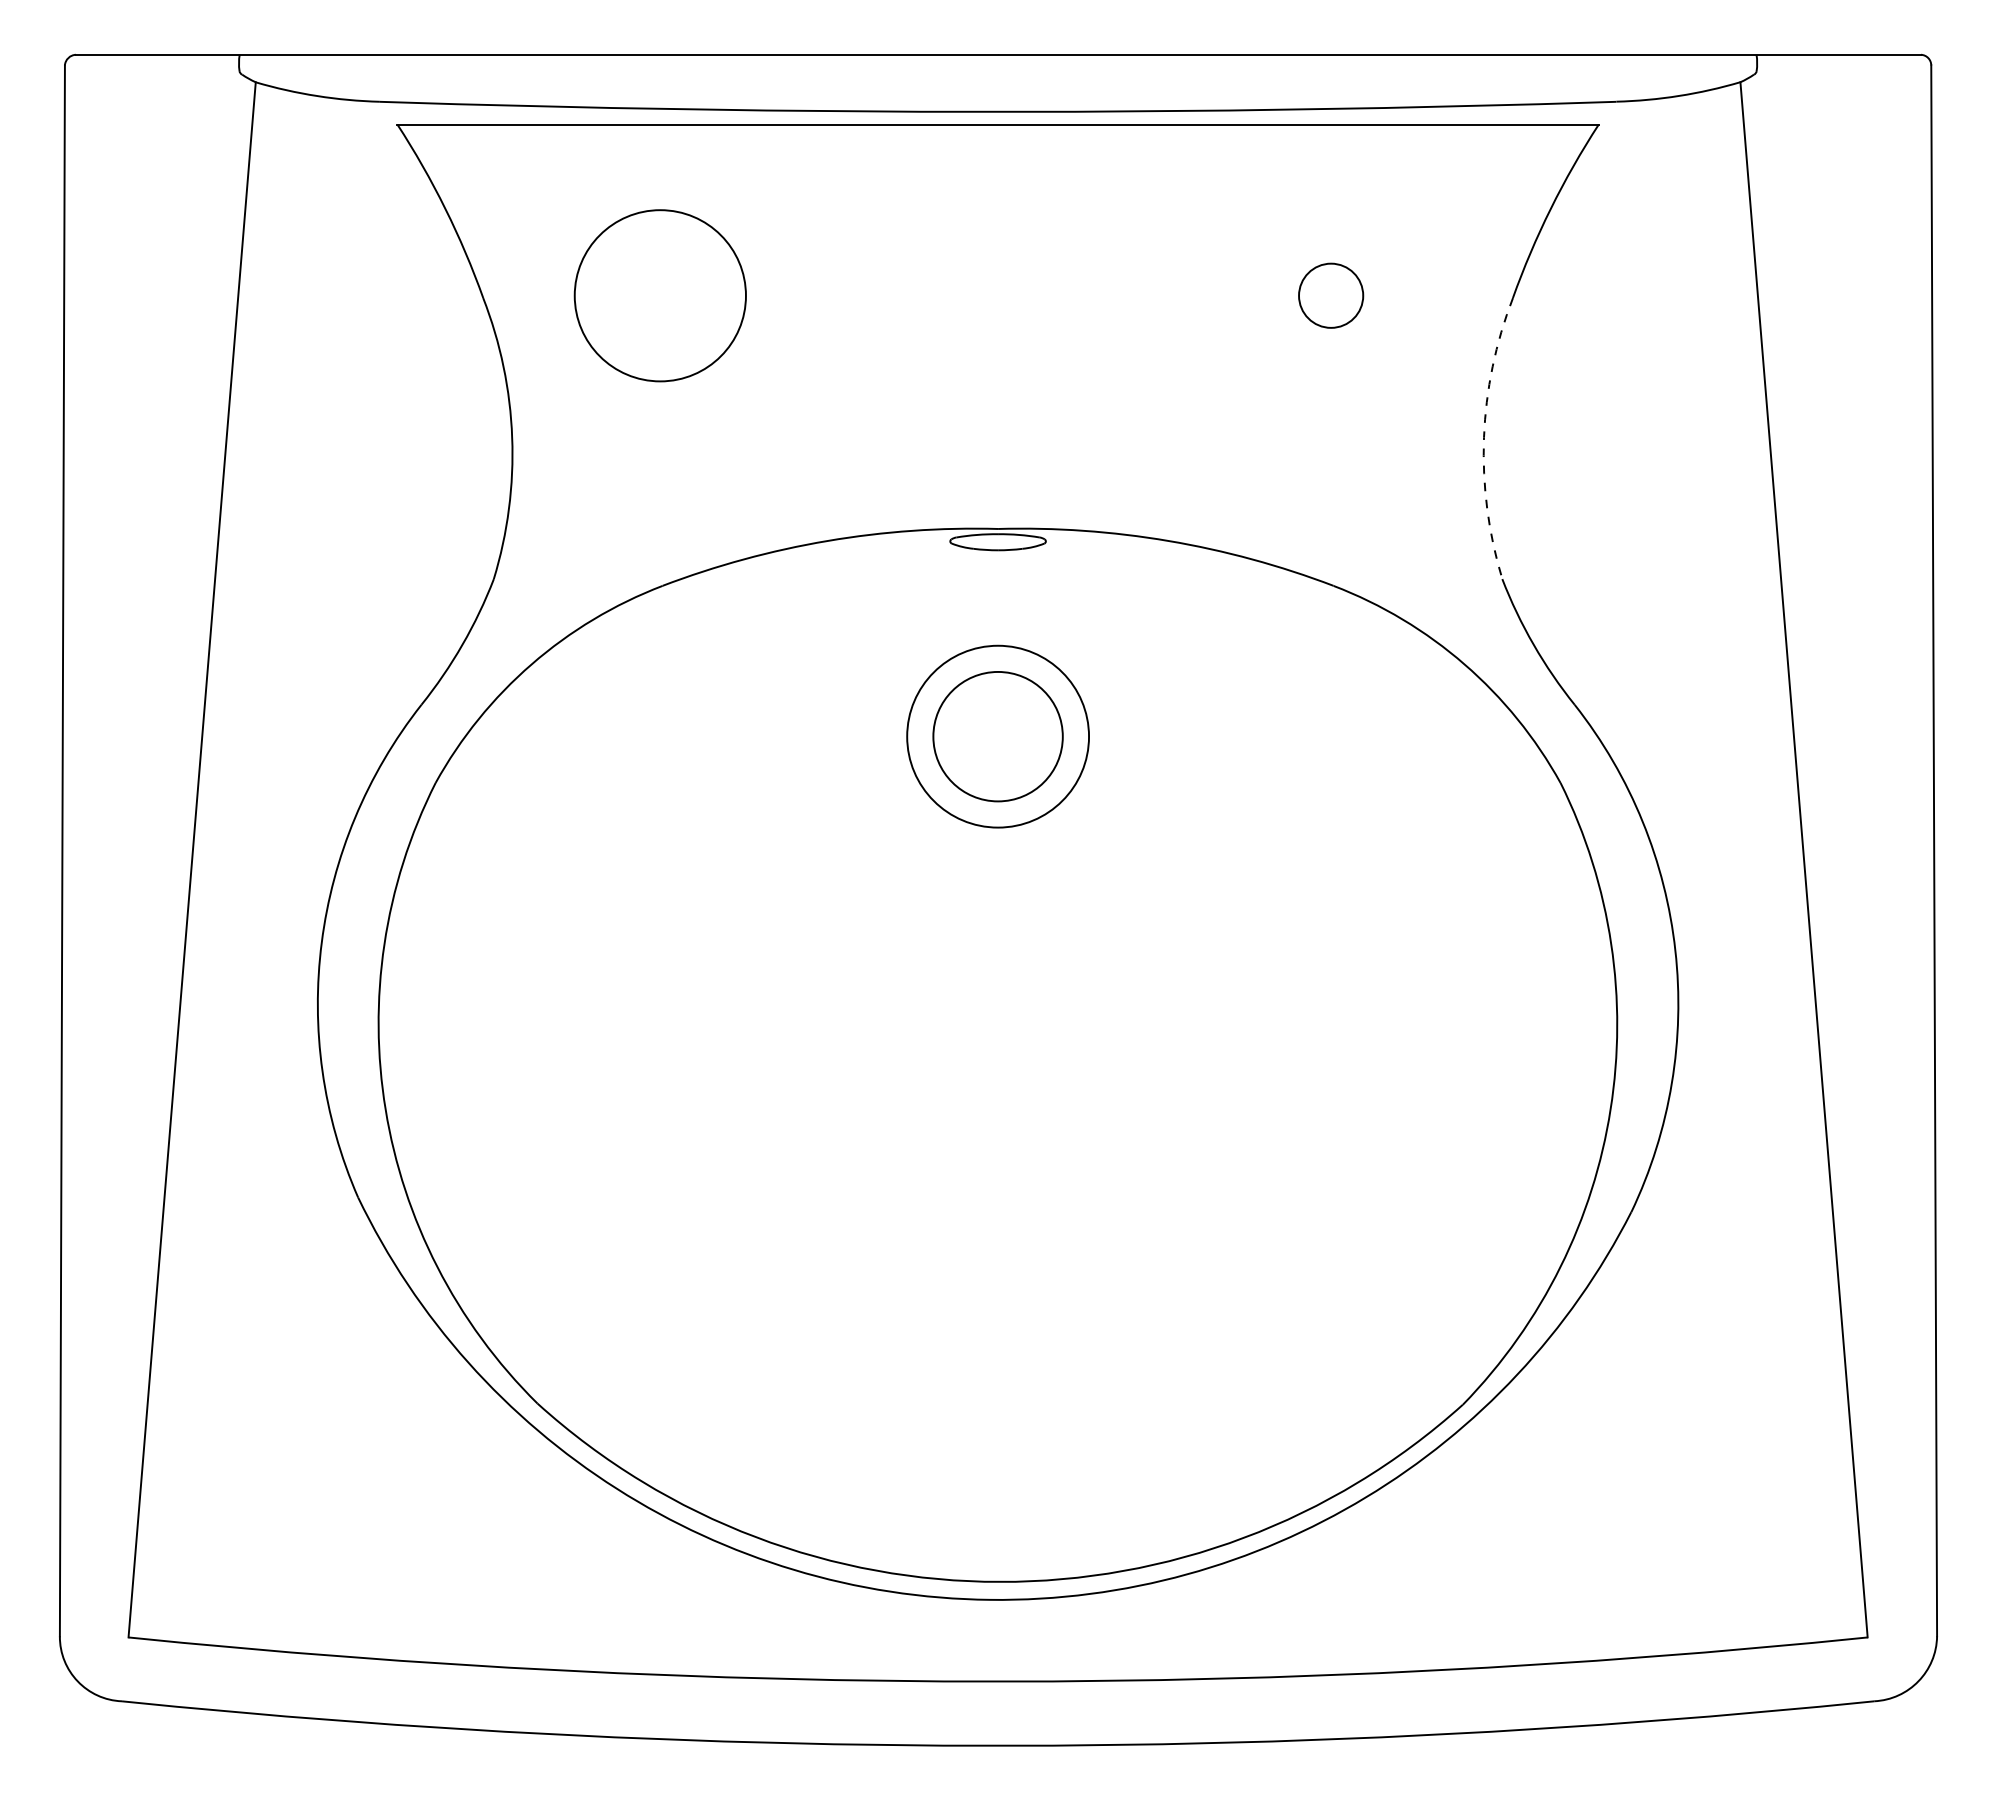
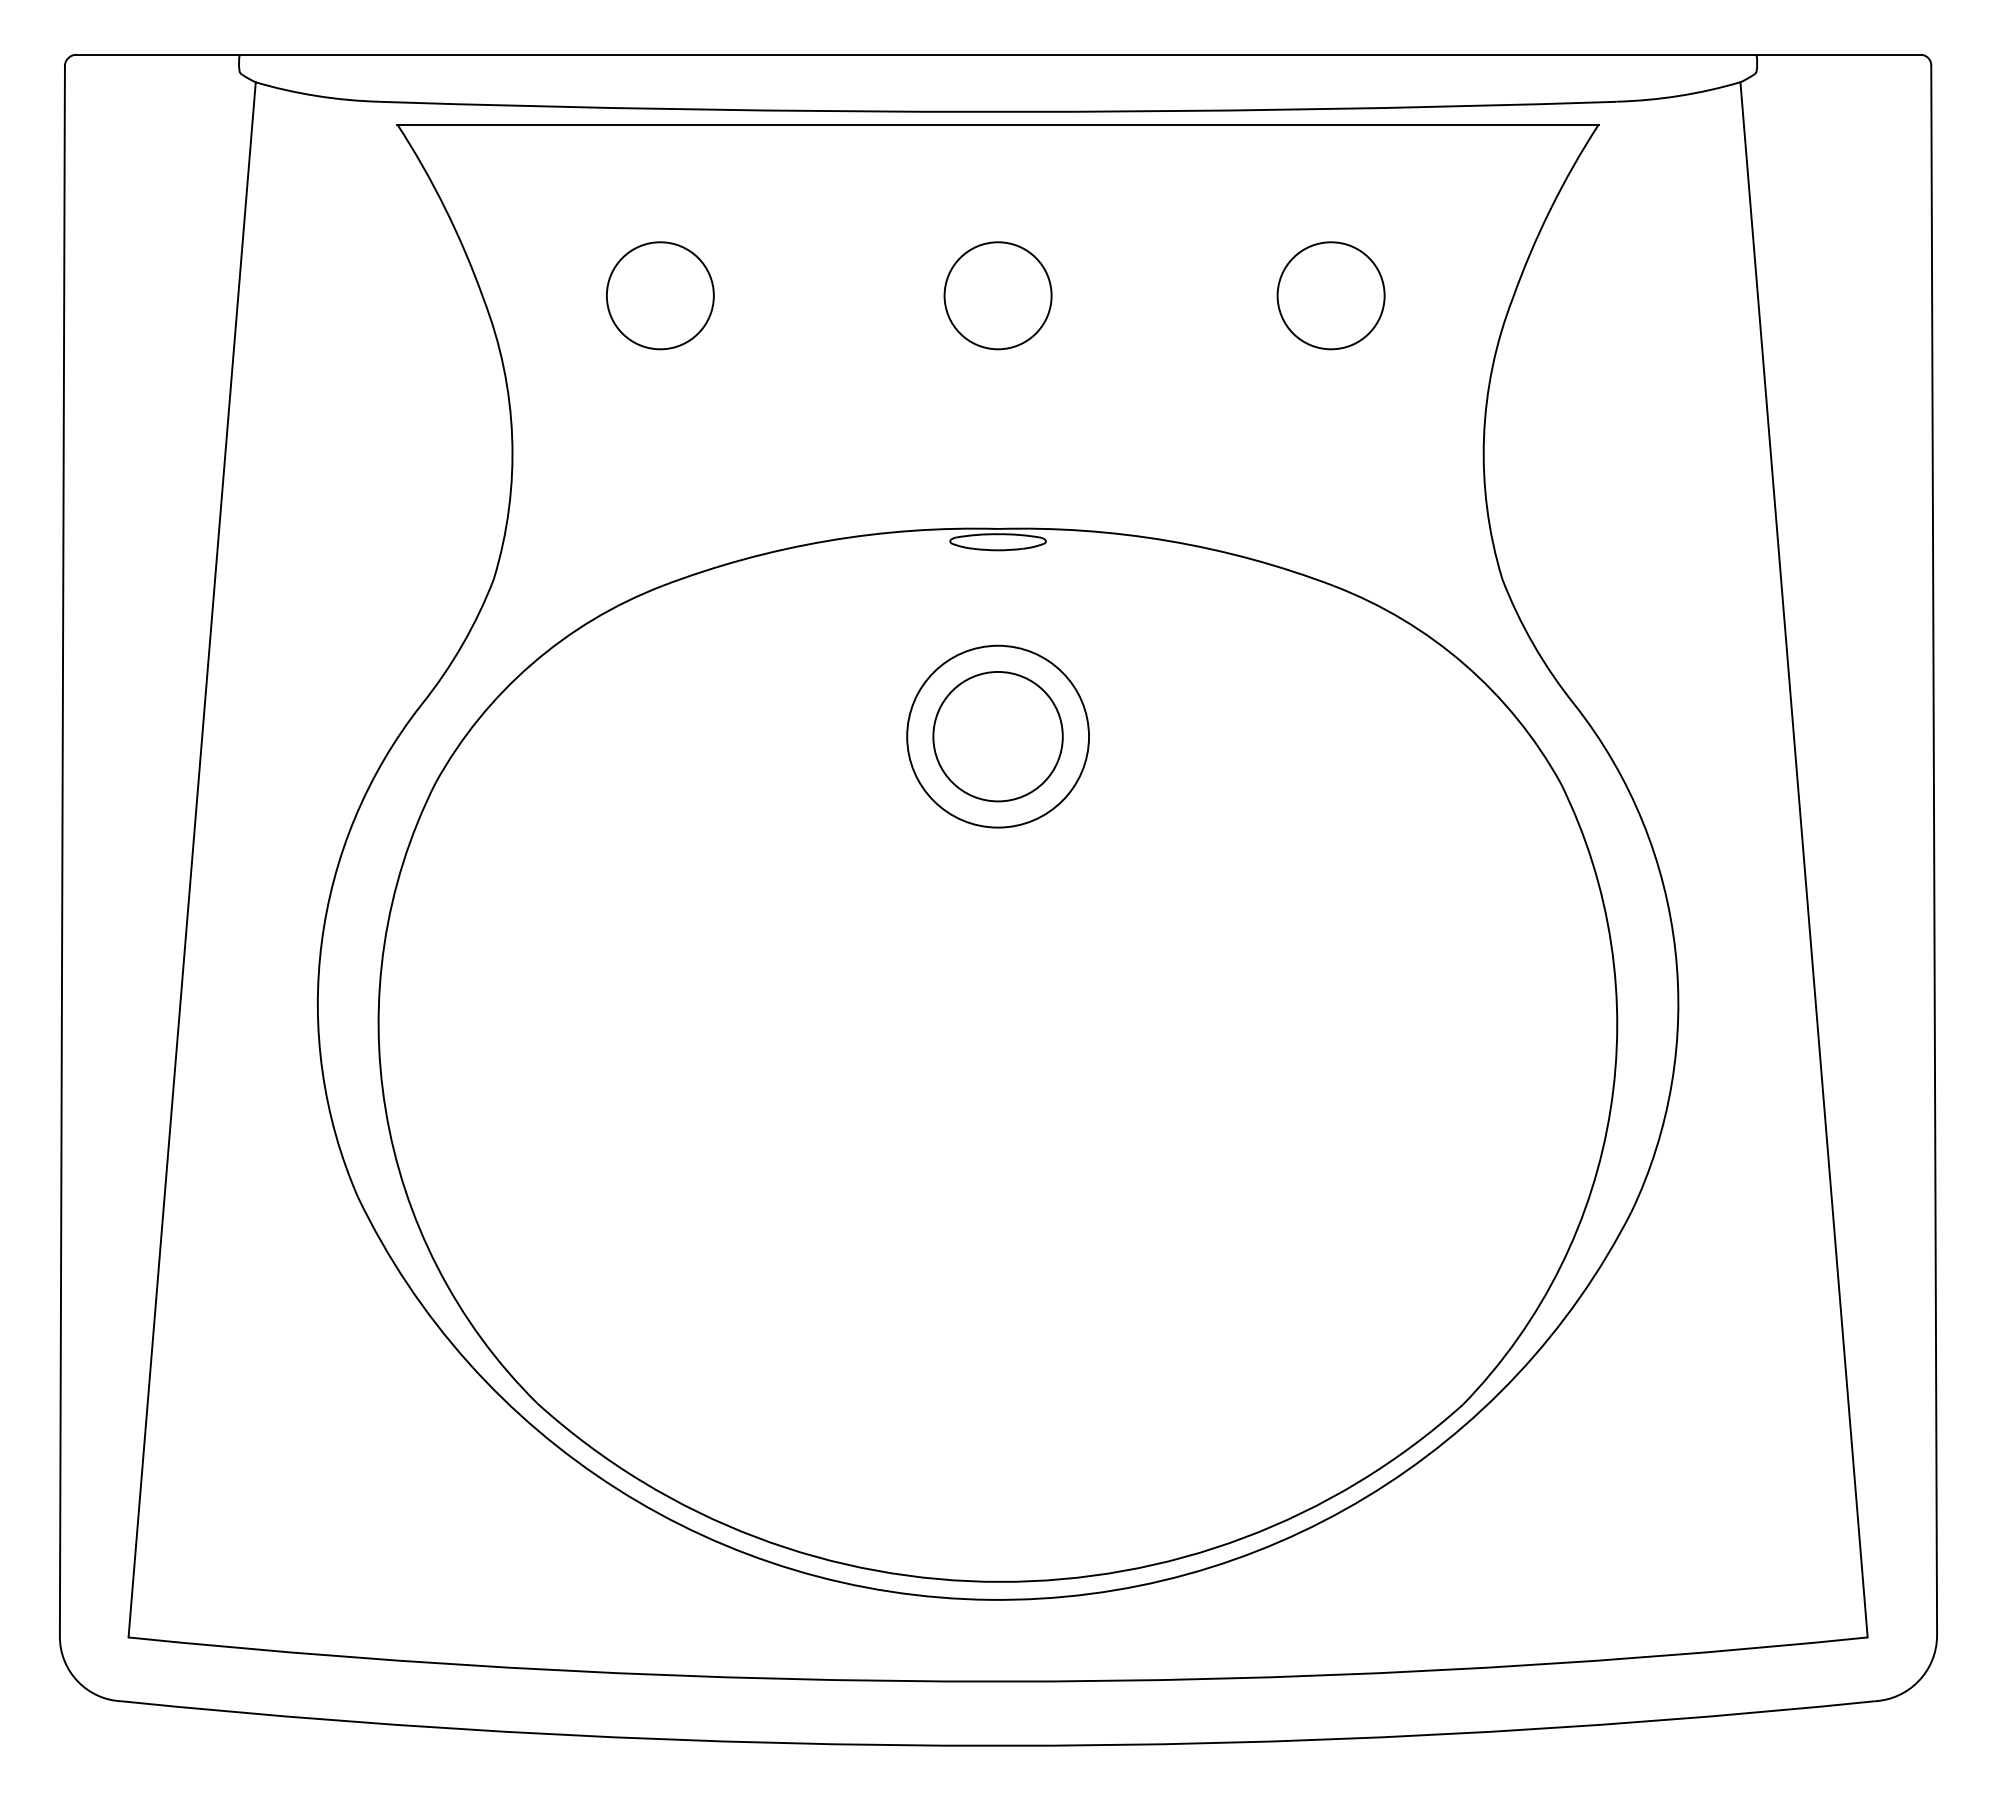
circle at (659, 295) diameter: 171 px -> 107 px
circle at (997, 295): none -> present
circle at (1331, 295) diameter: 64 px -> 107 px
arc at (1484, 437): dashed -> solid
